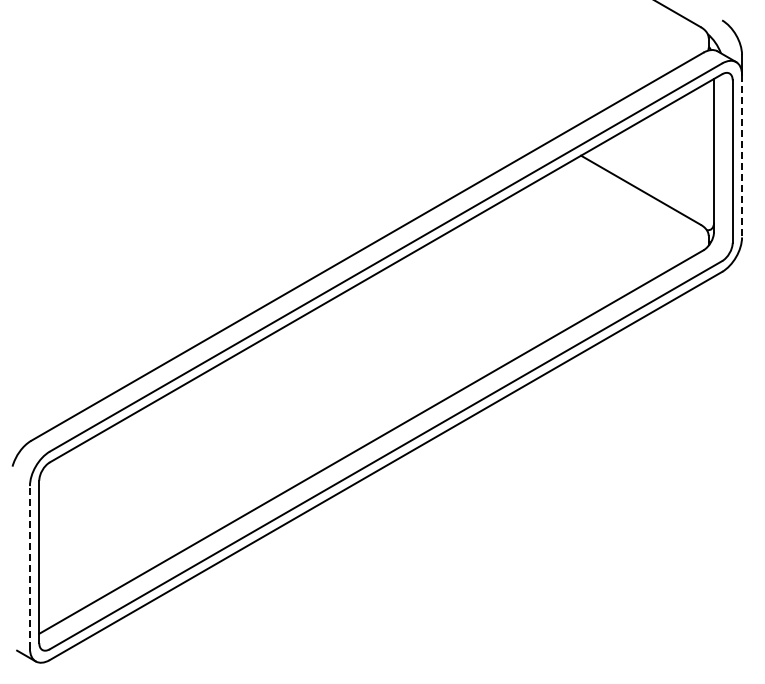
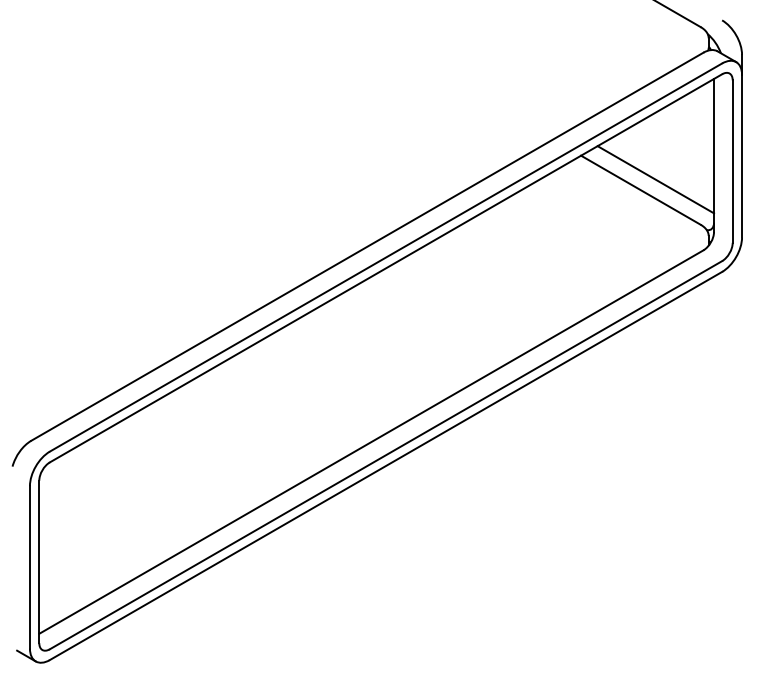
line at (742, 156): dashed -> solid
line at (655, 179): none -> present
line at (29, 566): dashed -> solid
